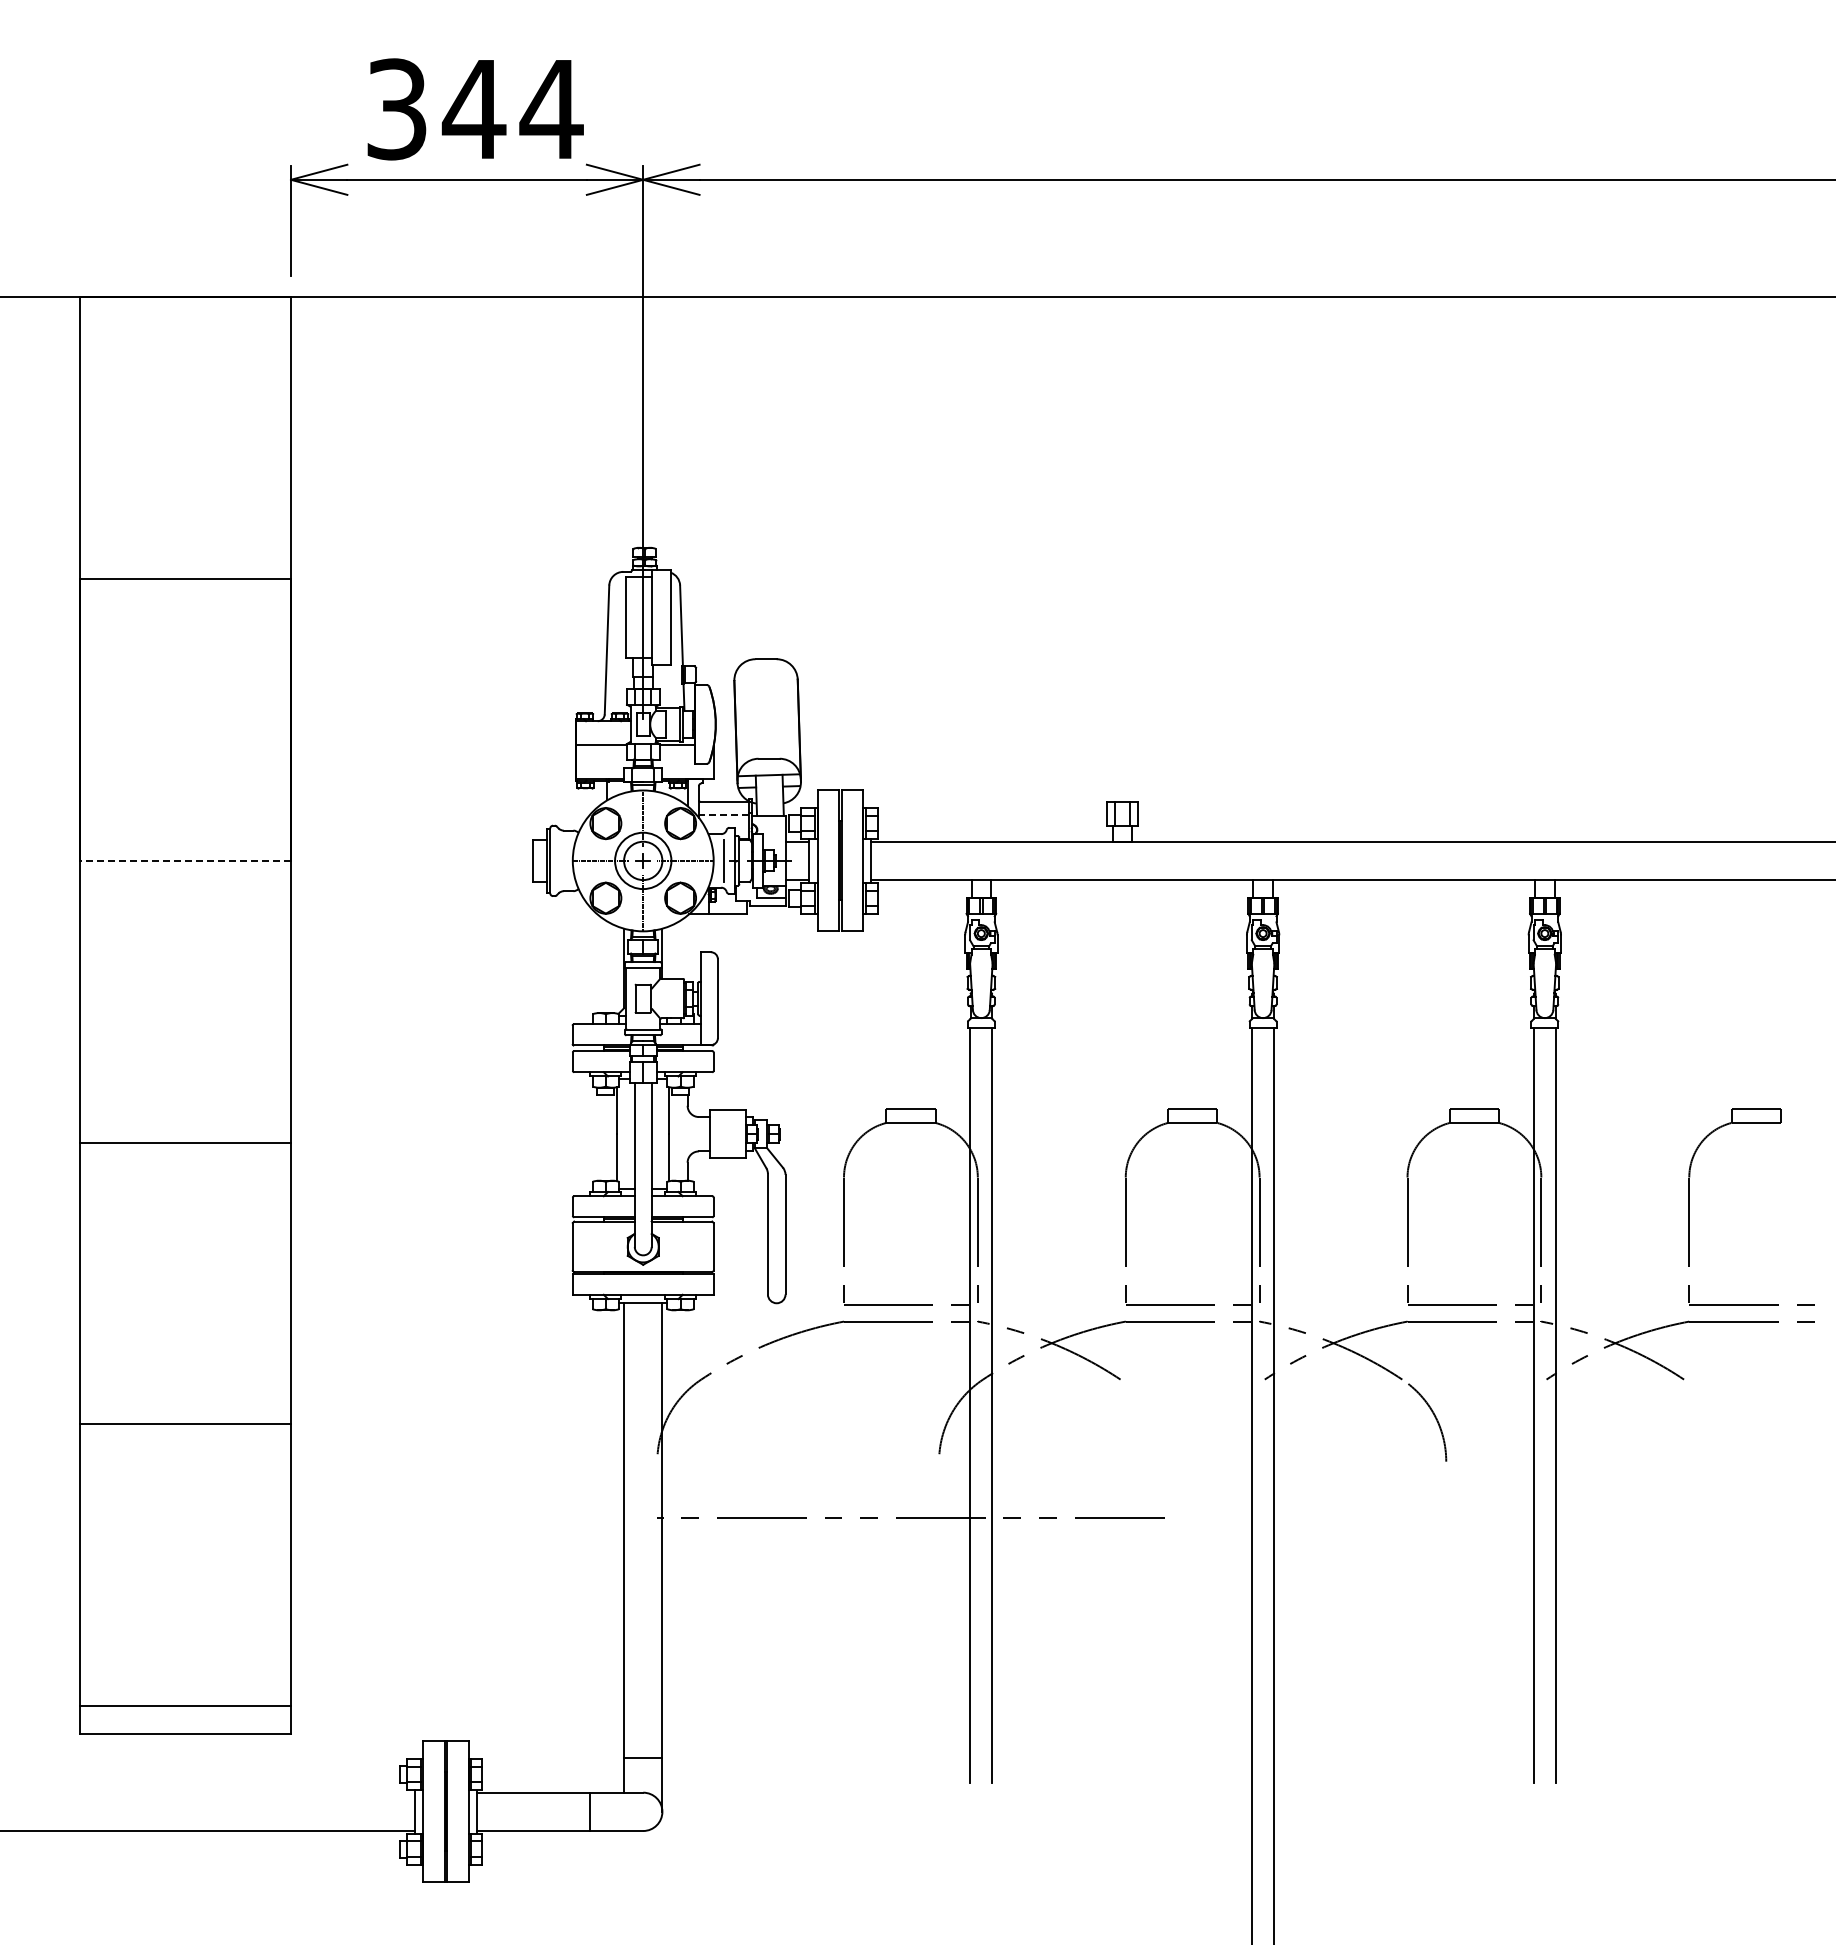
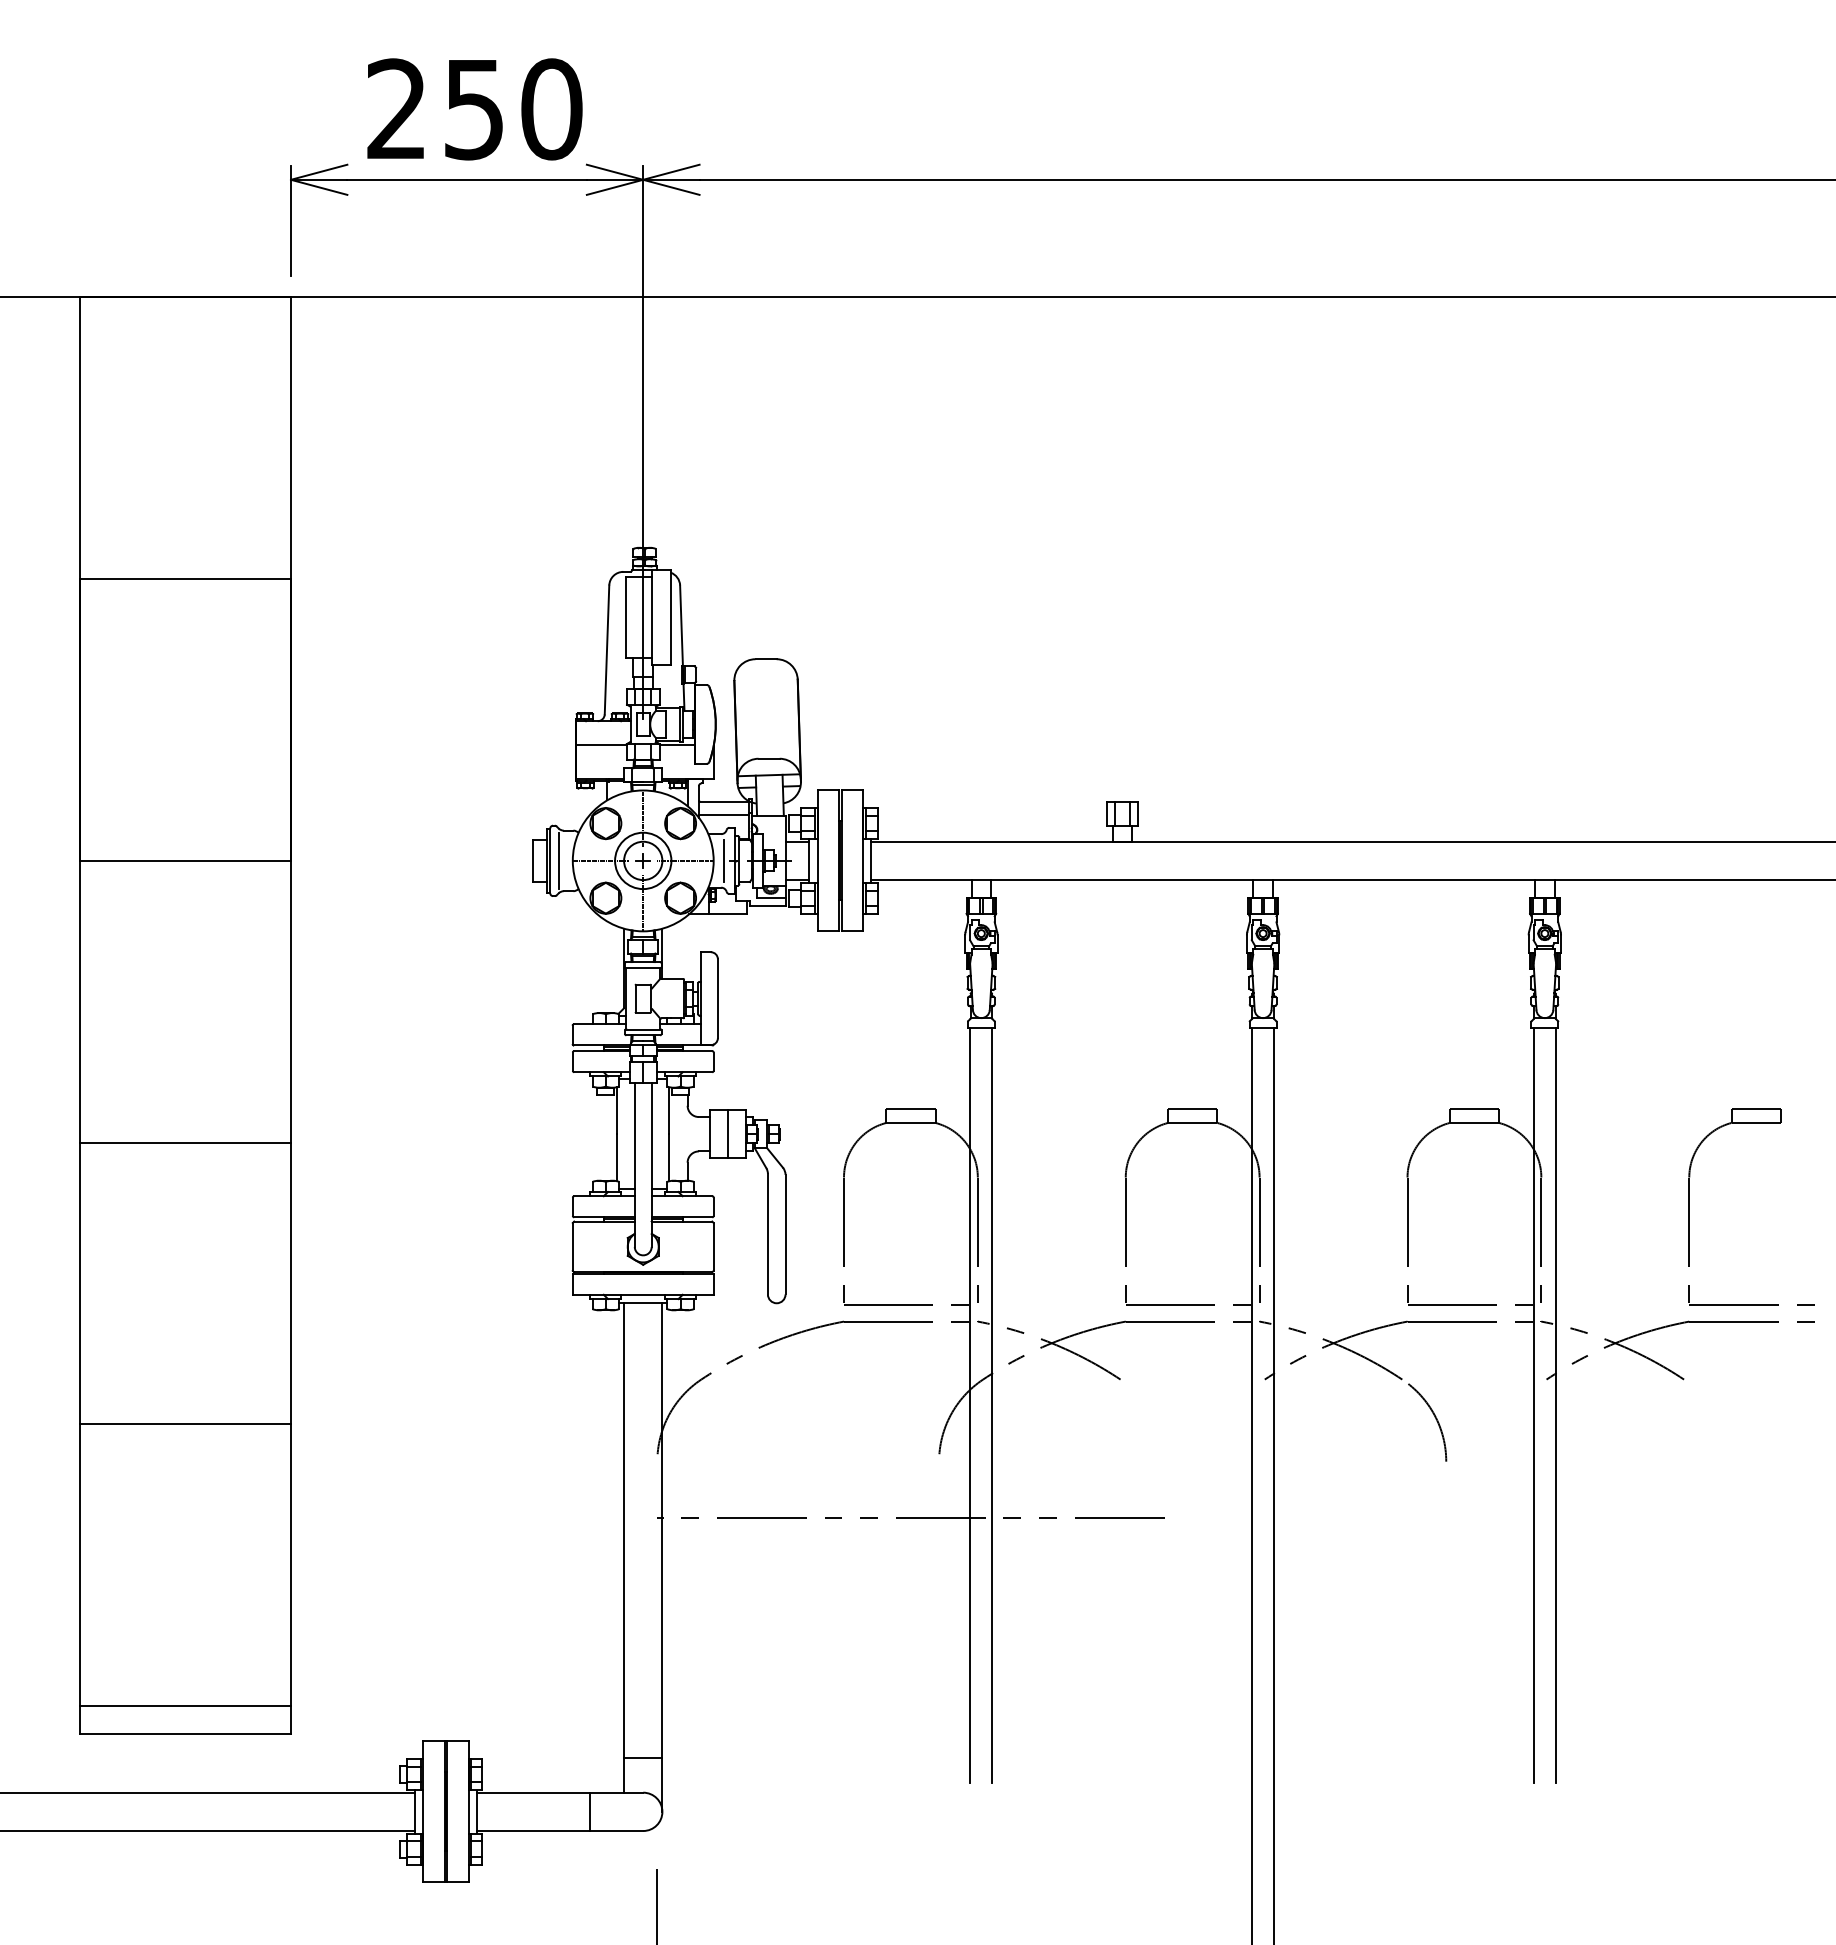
text at (475, 109): 344 -> 250
line at (723, 815): dashed -> solid
line at (185, 860): dashed -> solid
line at (558, 860): none -> present
line at (728, 1134): none -> present
line at (208, 1792): none -> present
line at (657, 1905): none -> present
